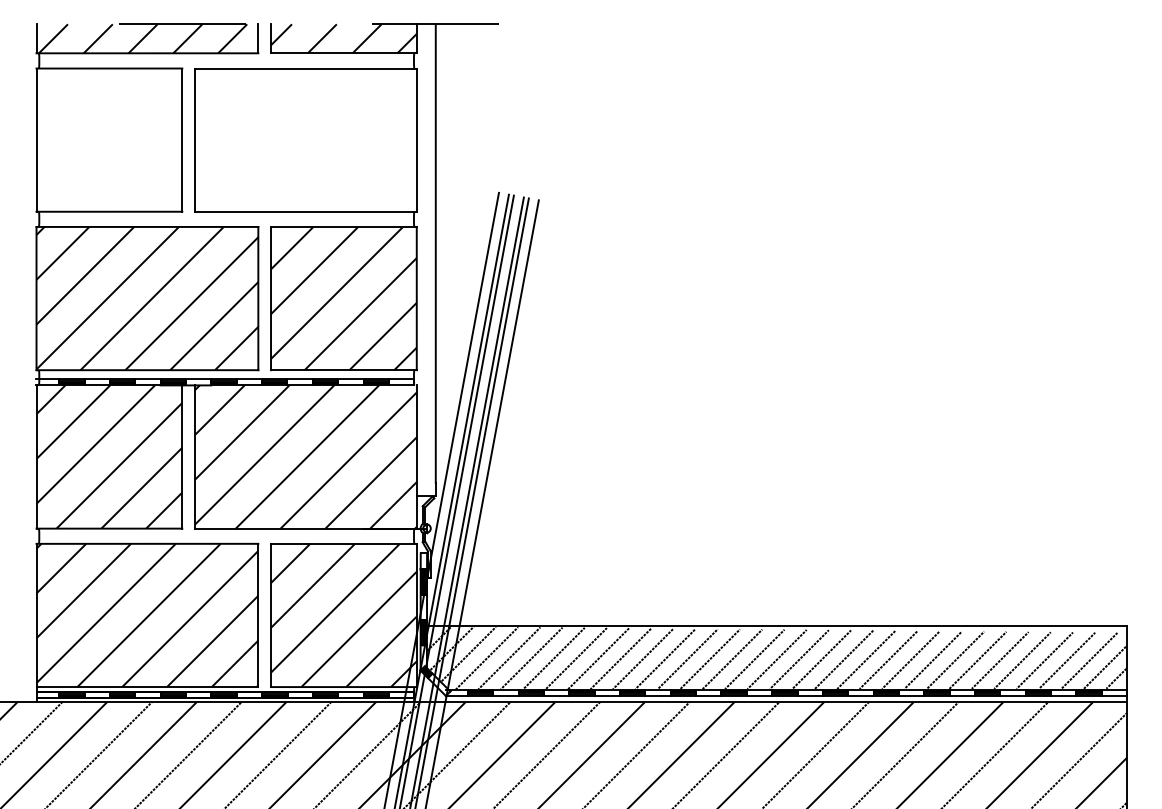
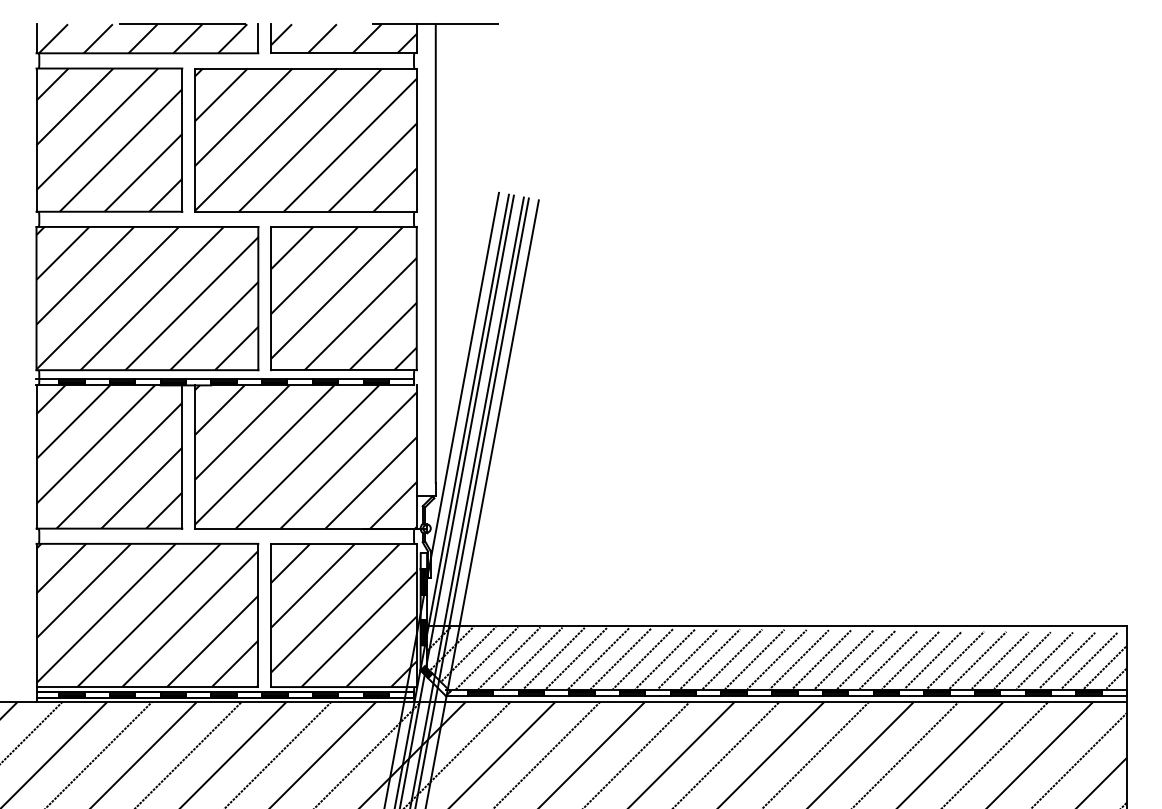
hatch at (109, 139): none -> present
hatch at (305, 139): none -> present
